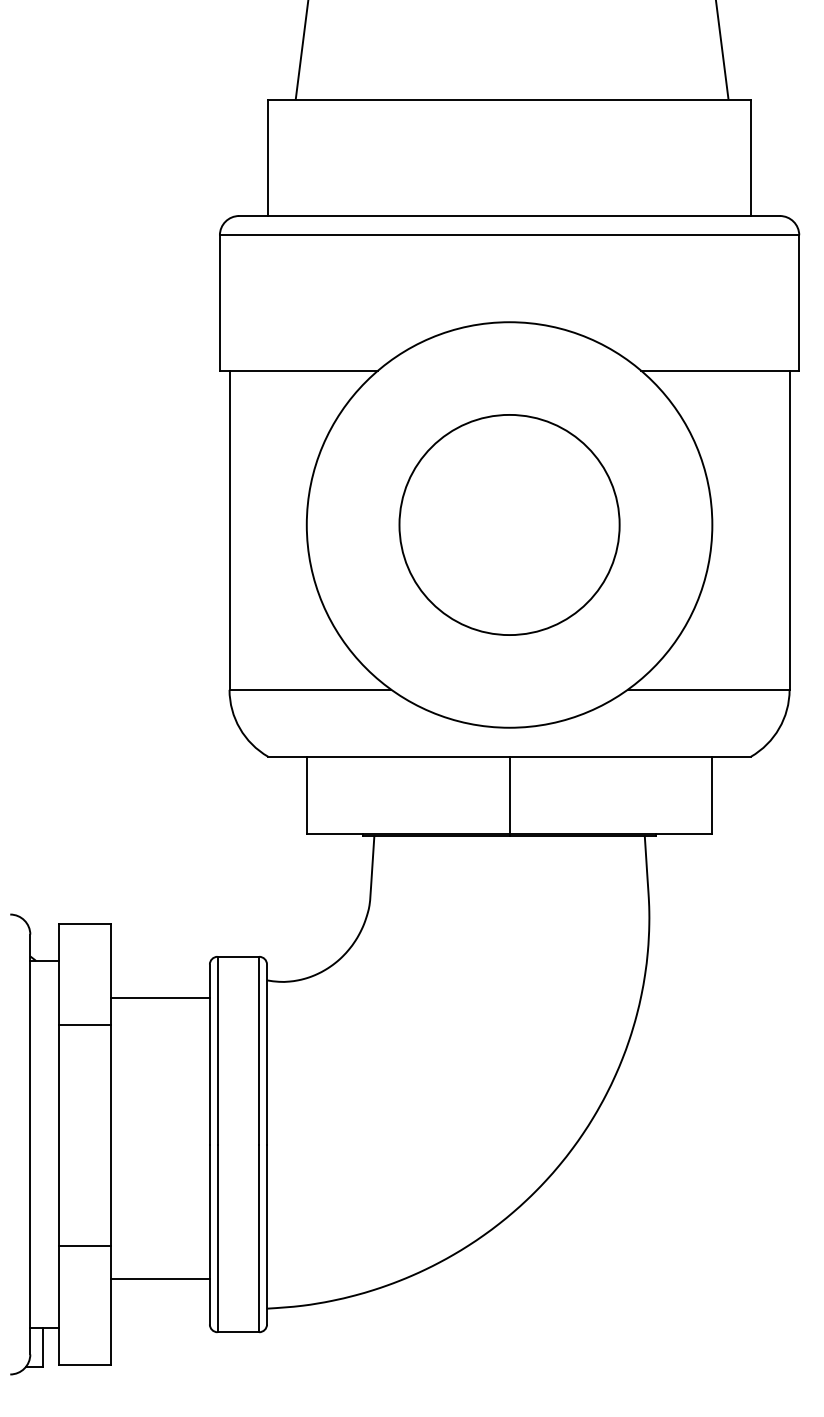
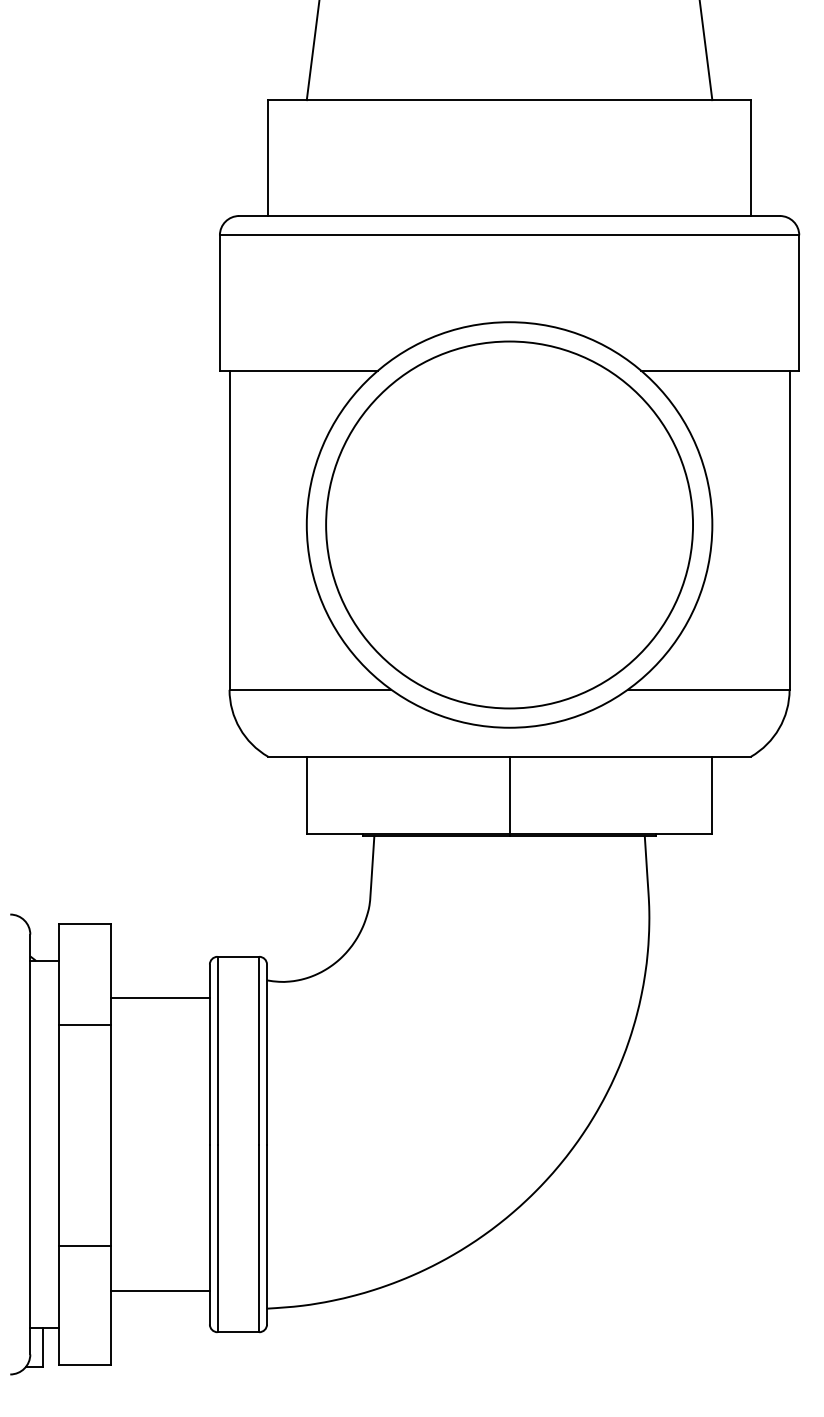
line at (301, 50) position: (301, 50) -> (312, 51)
line at (722, 50) position: (722, 50) -> (706, 51)
circle at (509, 524) diameter: 220 px -> 367 px
line at (160, 1279) position: (160, 1279) -> (160, 1291)
